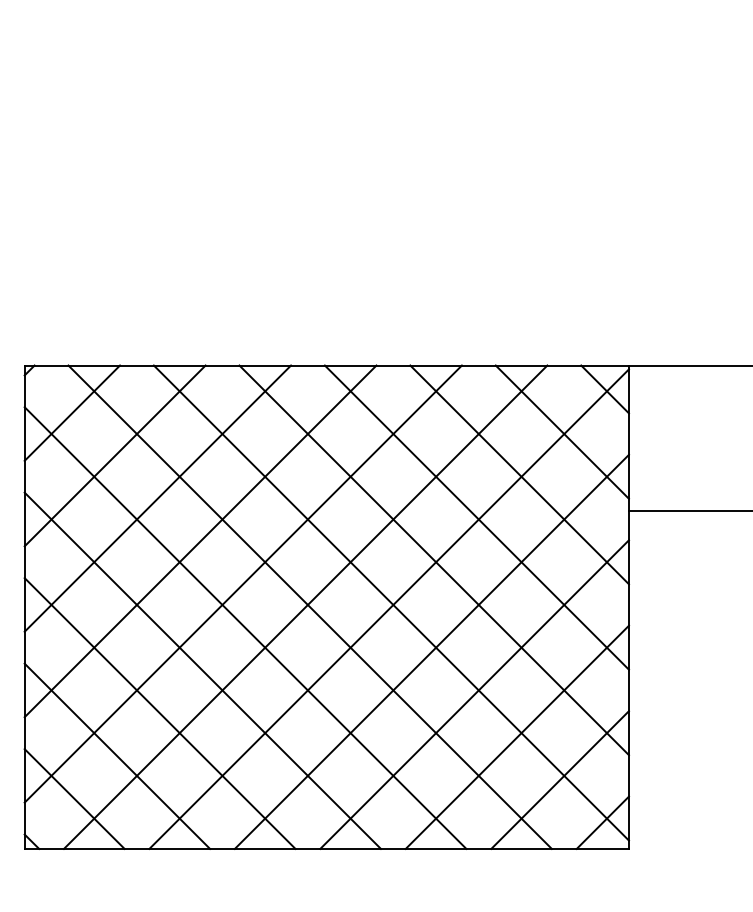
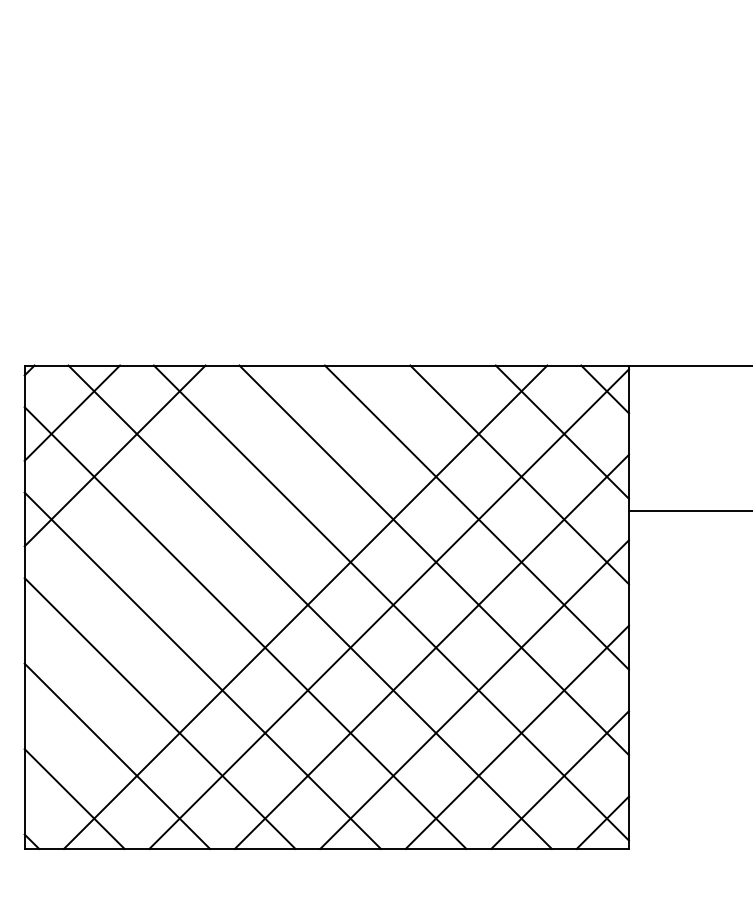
line at (157, 498): present -> none
line at (200, 541): present -> none
line at (242, 583): present -> none
